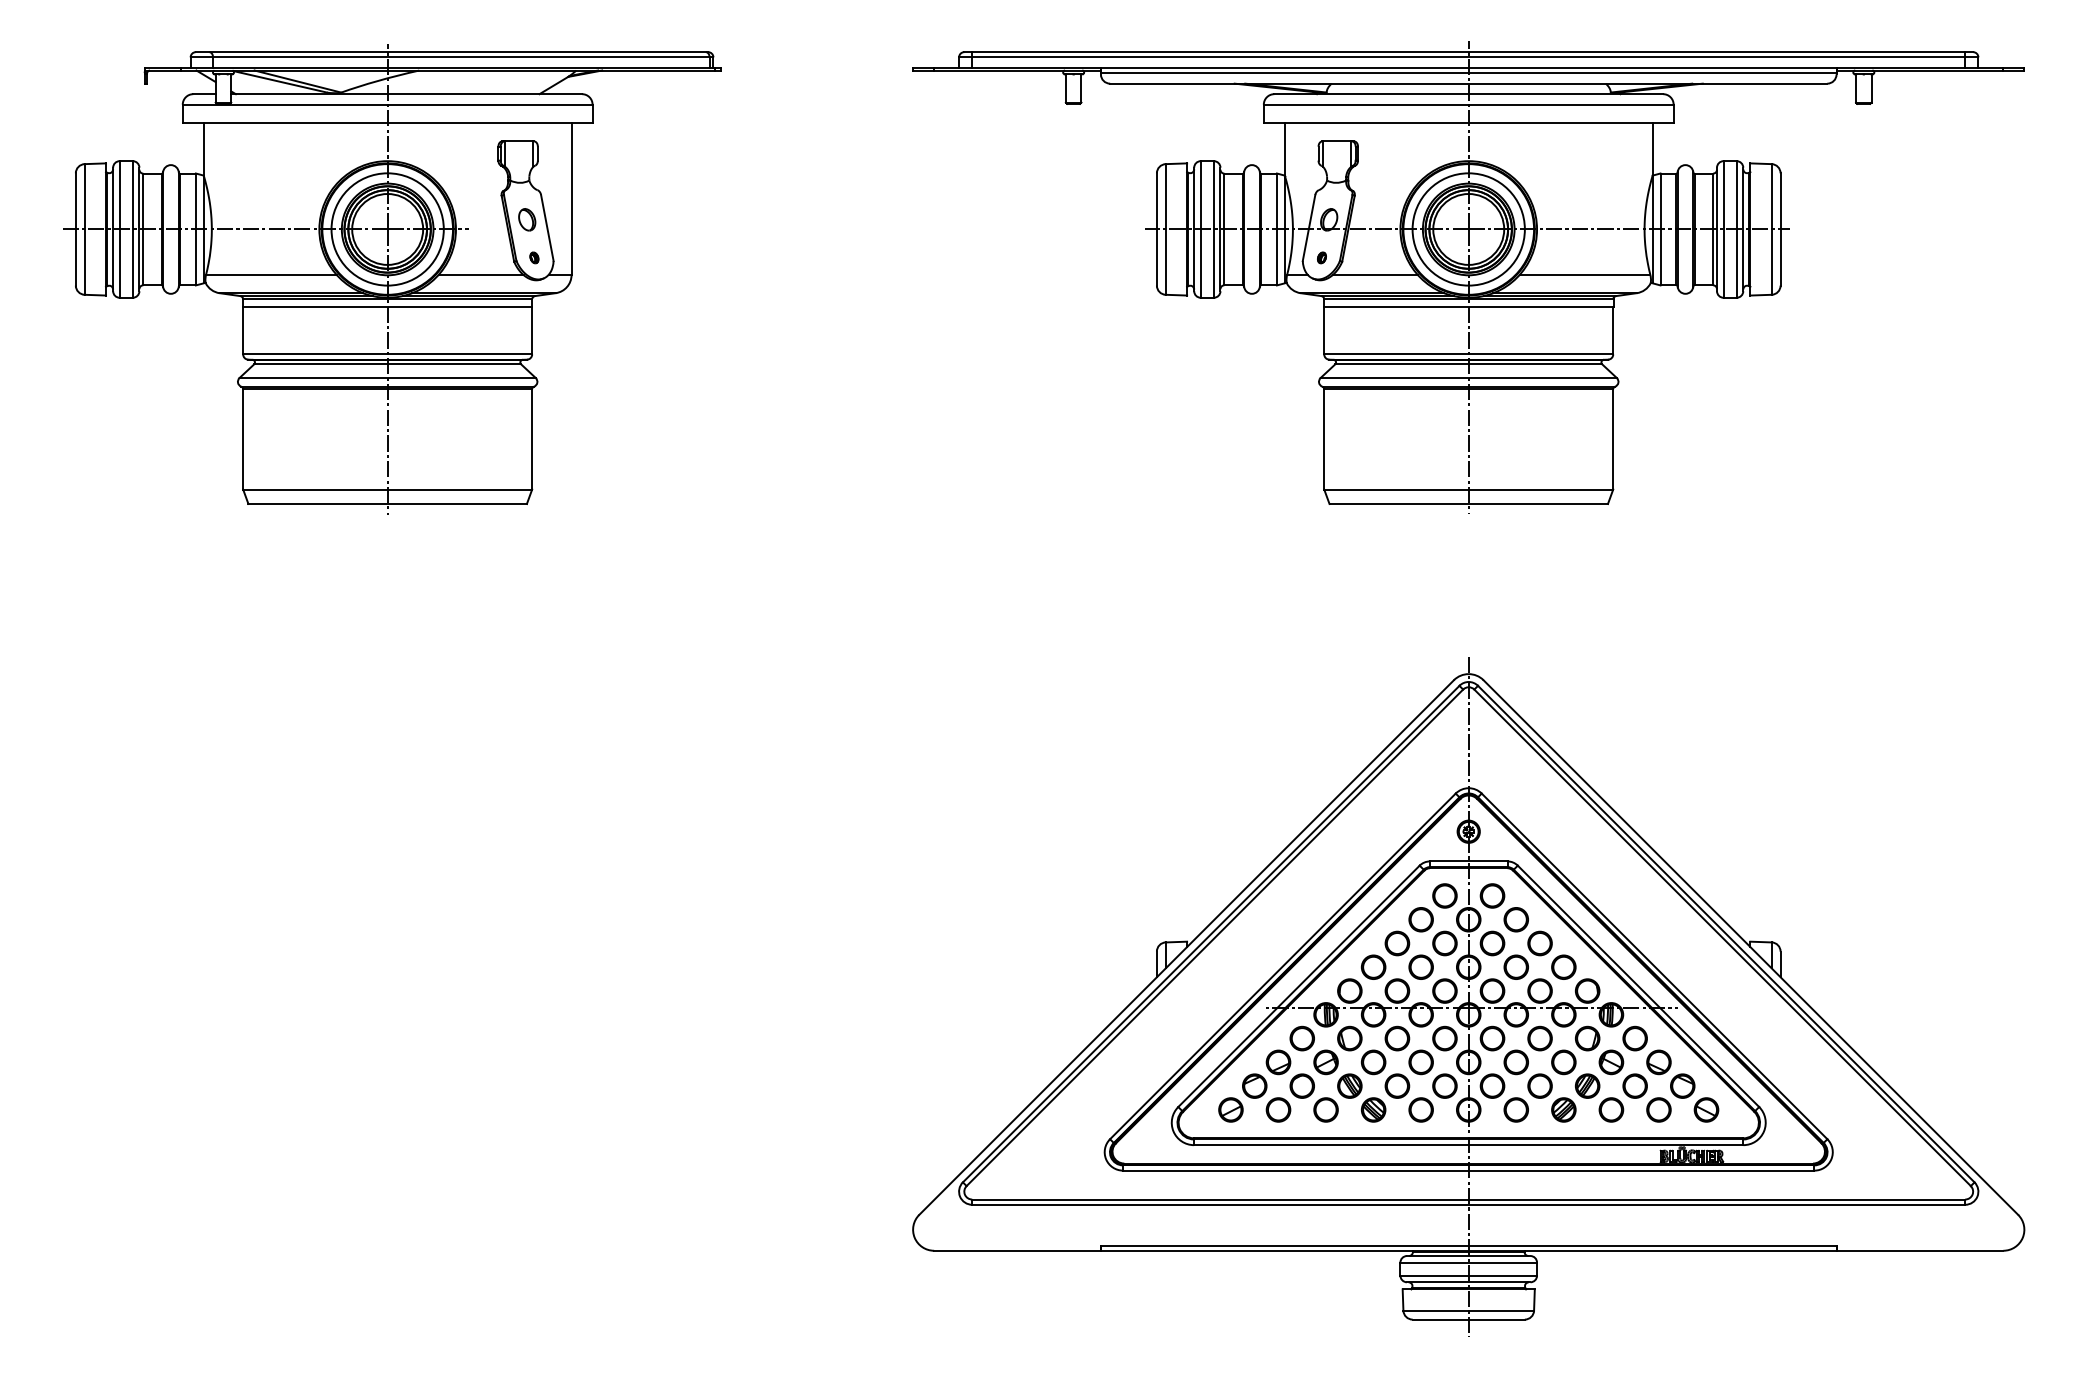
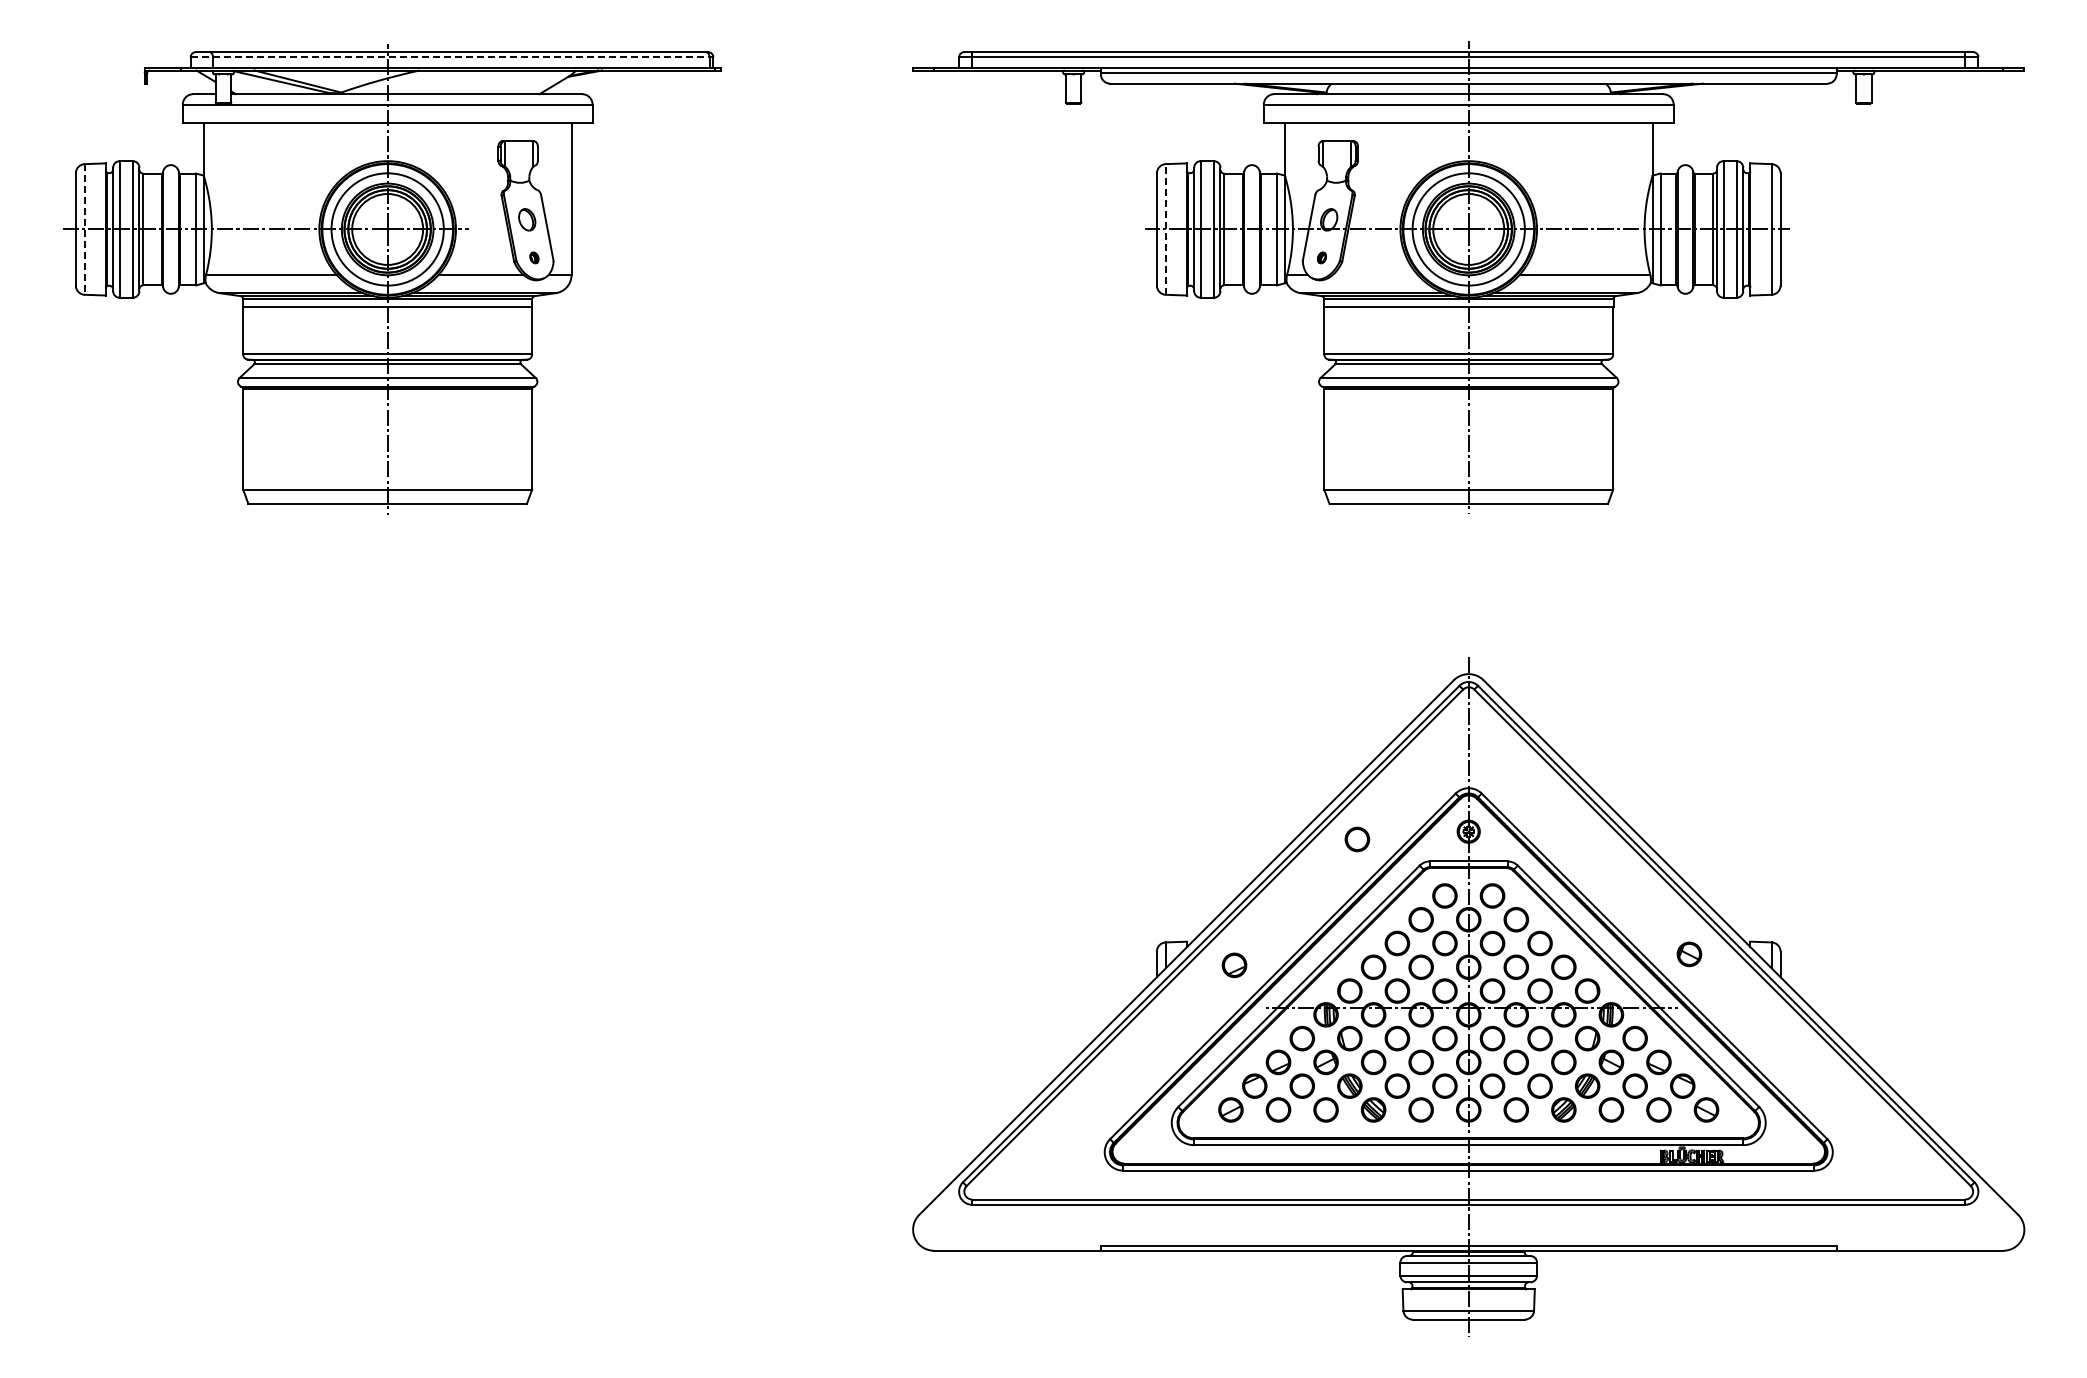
line at (452, 57): solid -> dashed
line at (1165, 228): solid -> dashed
line at (84, 229): solid -> dashed
line at (1374, 274): present -> none
part at (1357, 839): none -> present
part at (1689, 954): none -> present
part at (1234, 965): none -> present
